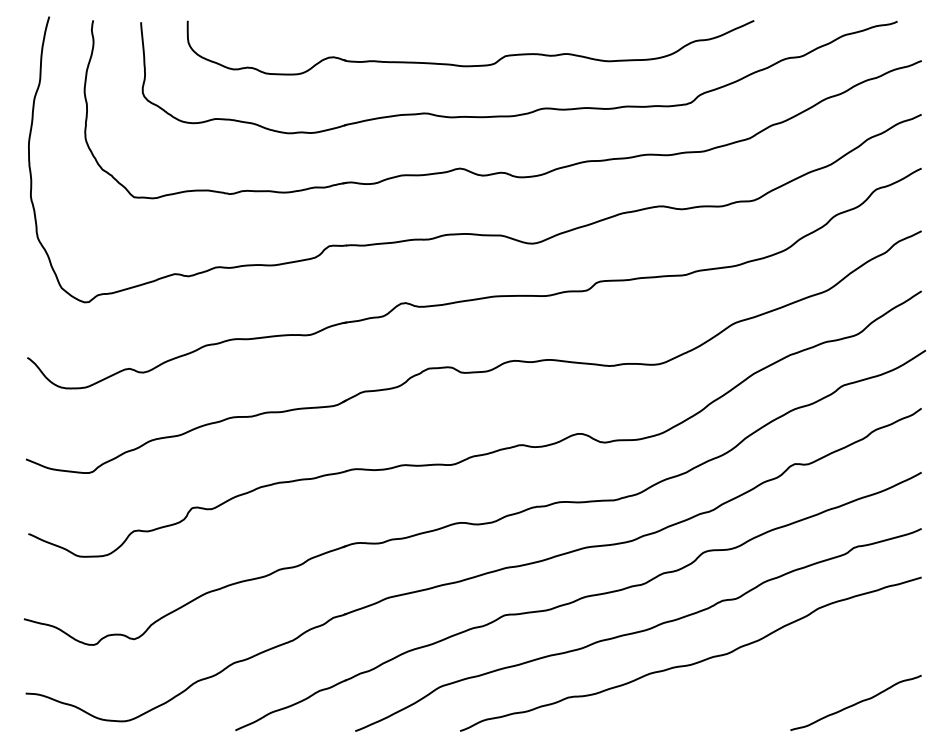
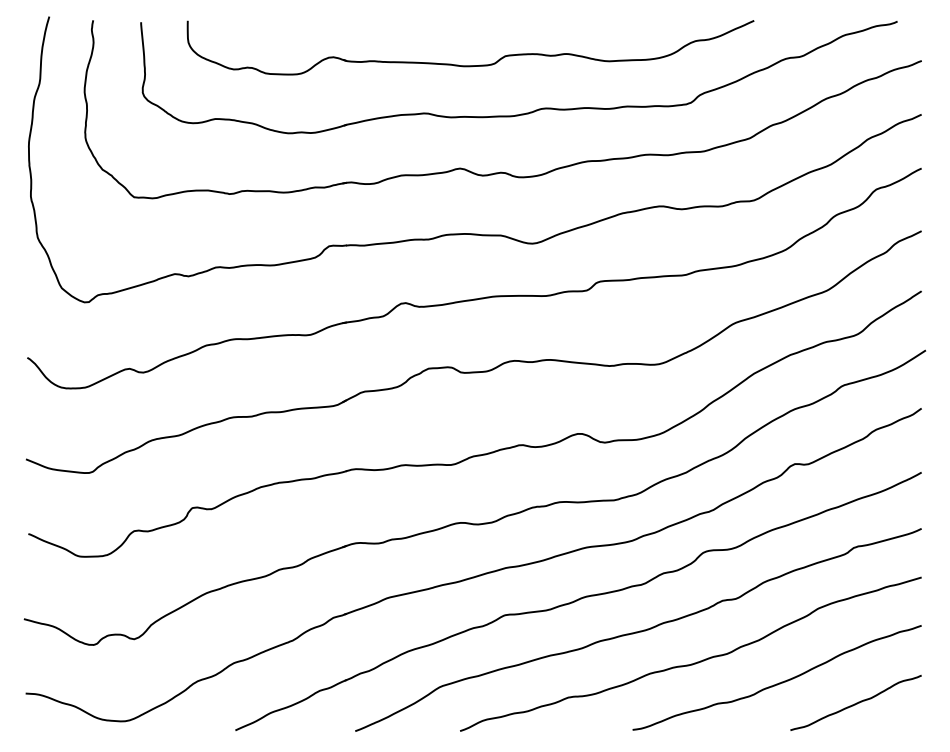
curve at (779, 682): none -> present
